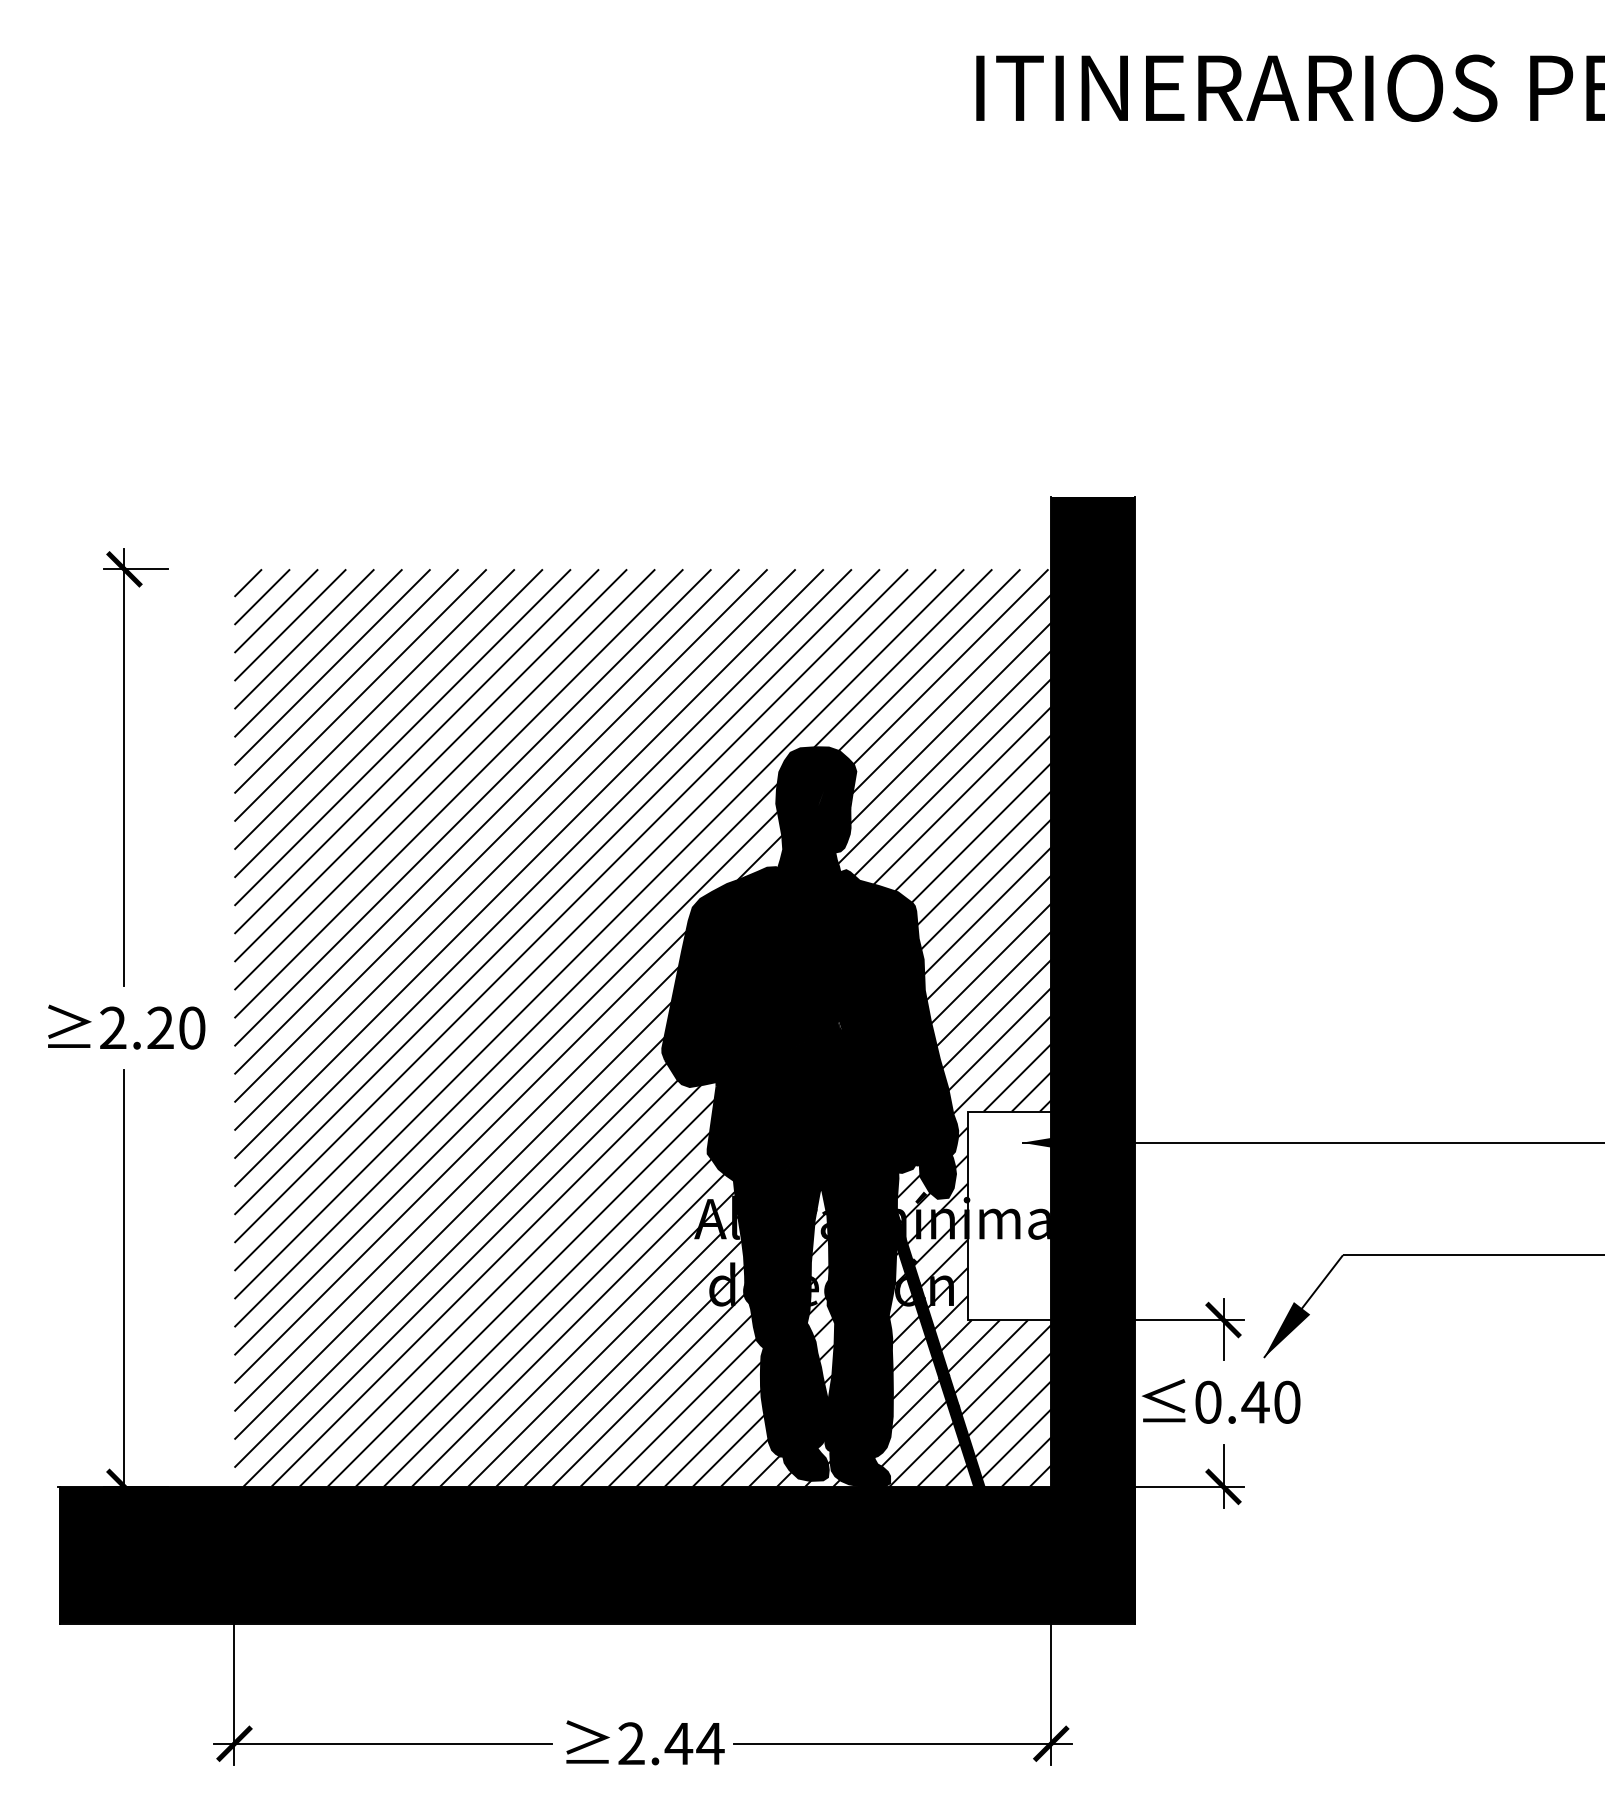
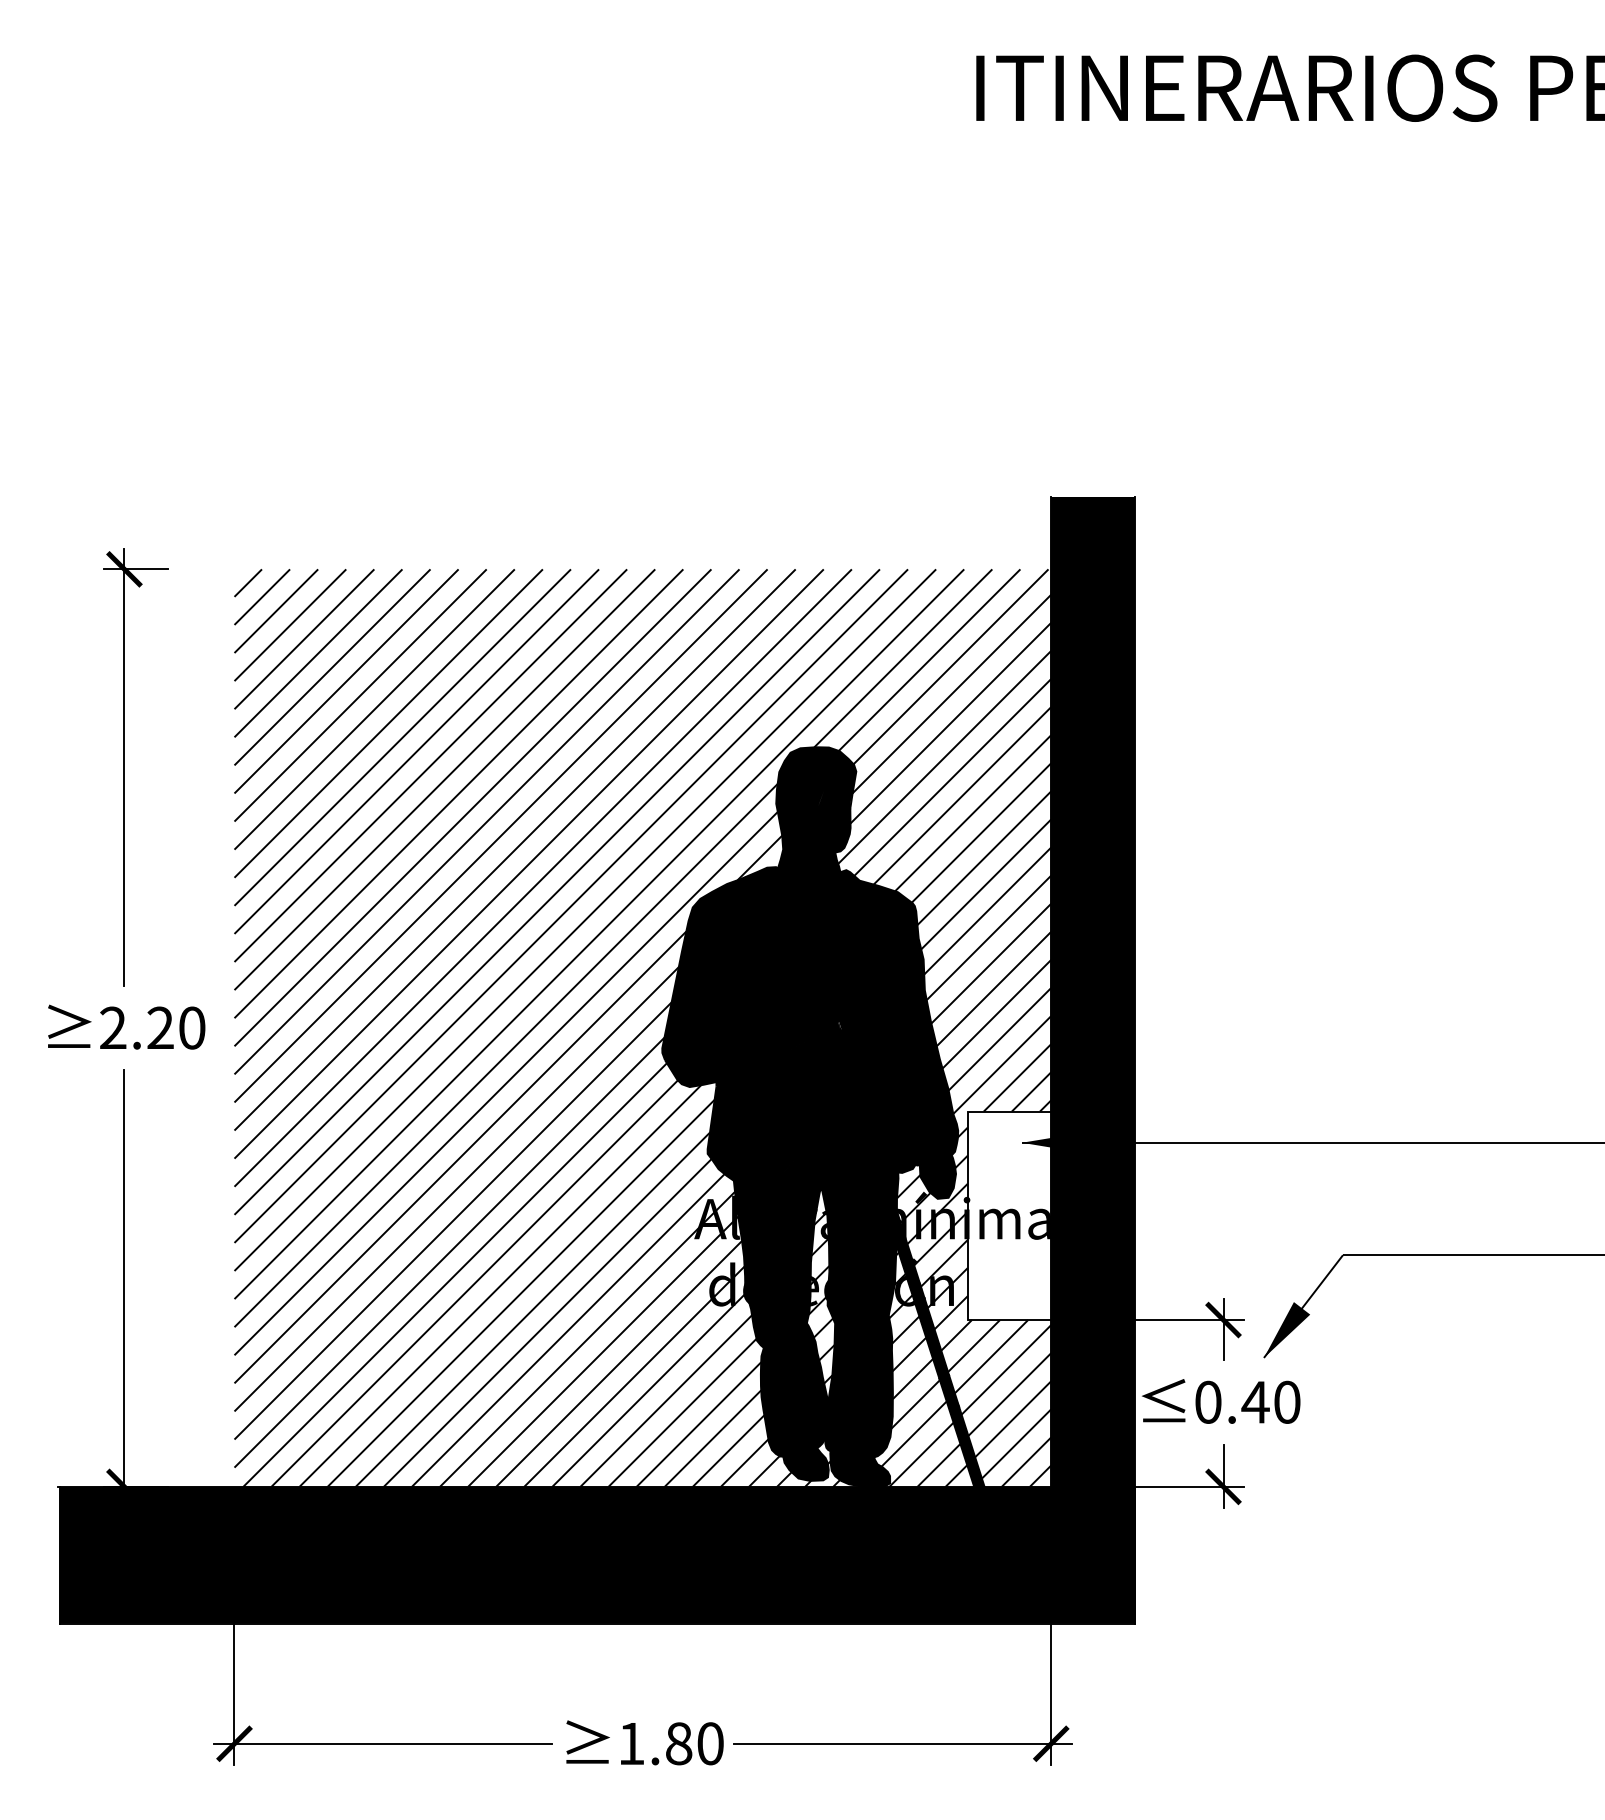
text at (671, 1743): 2.44 -> 1.80
